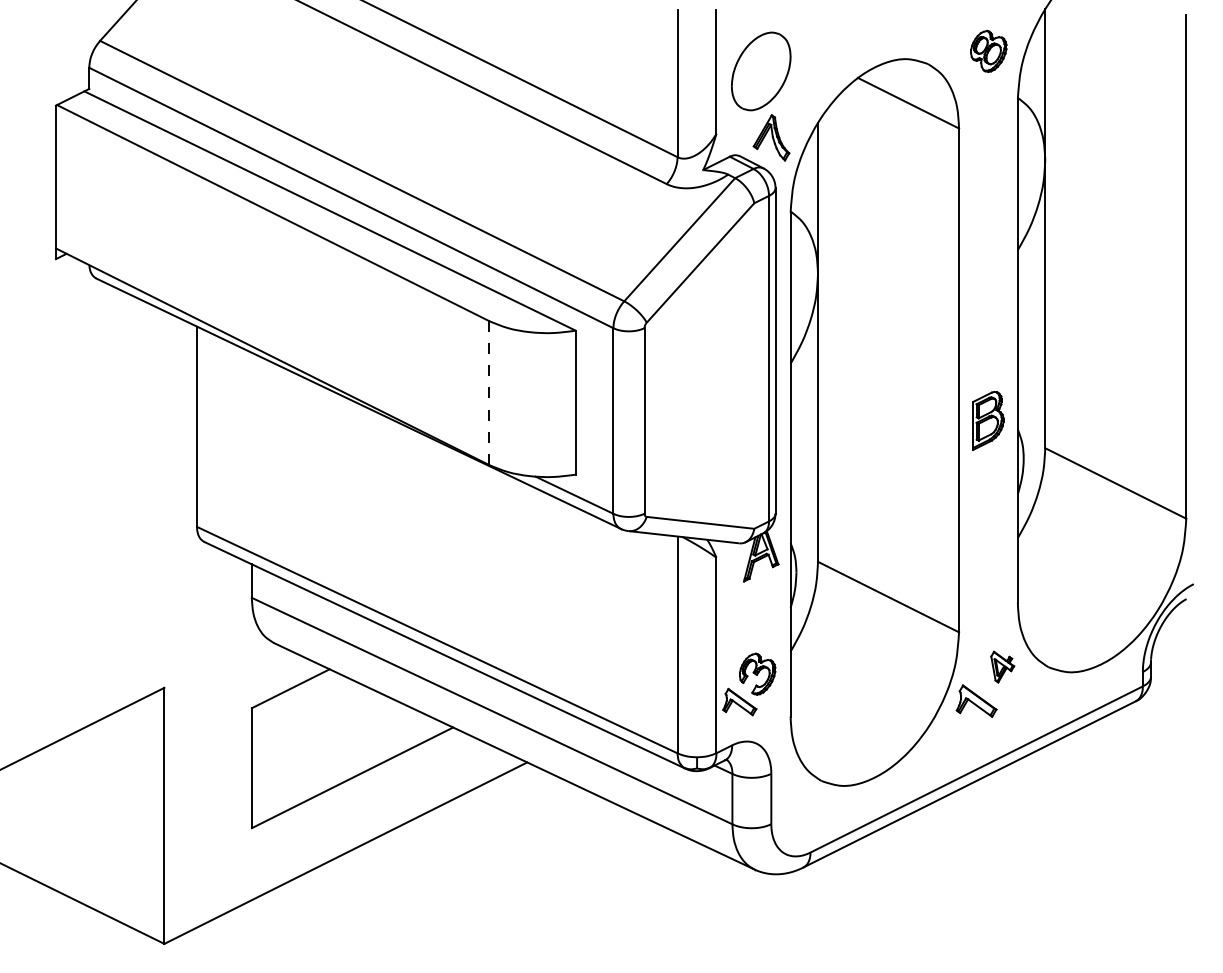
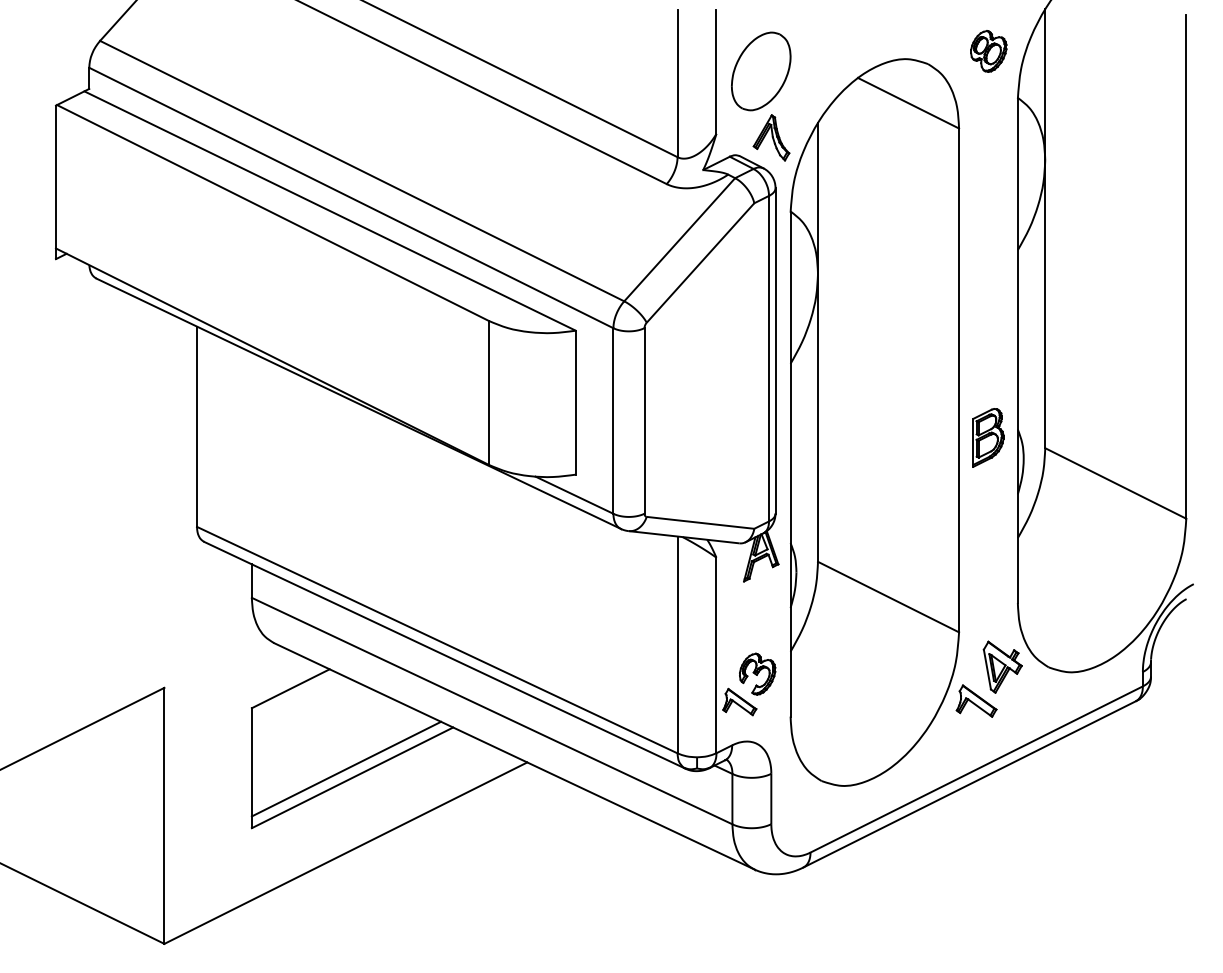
line at (488, 392): dashed -> solid
part at (988, 420) position: (988, 420) -> (988, 437)
part at (1002, 666) size: 26x34 px -> 41x54 px
line at (346, 768): none -> present
